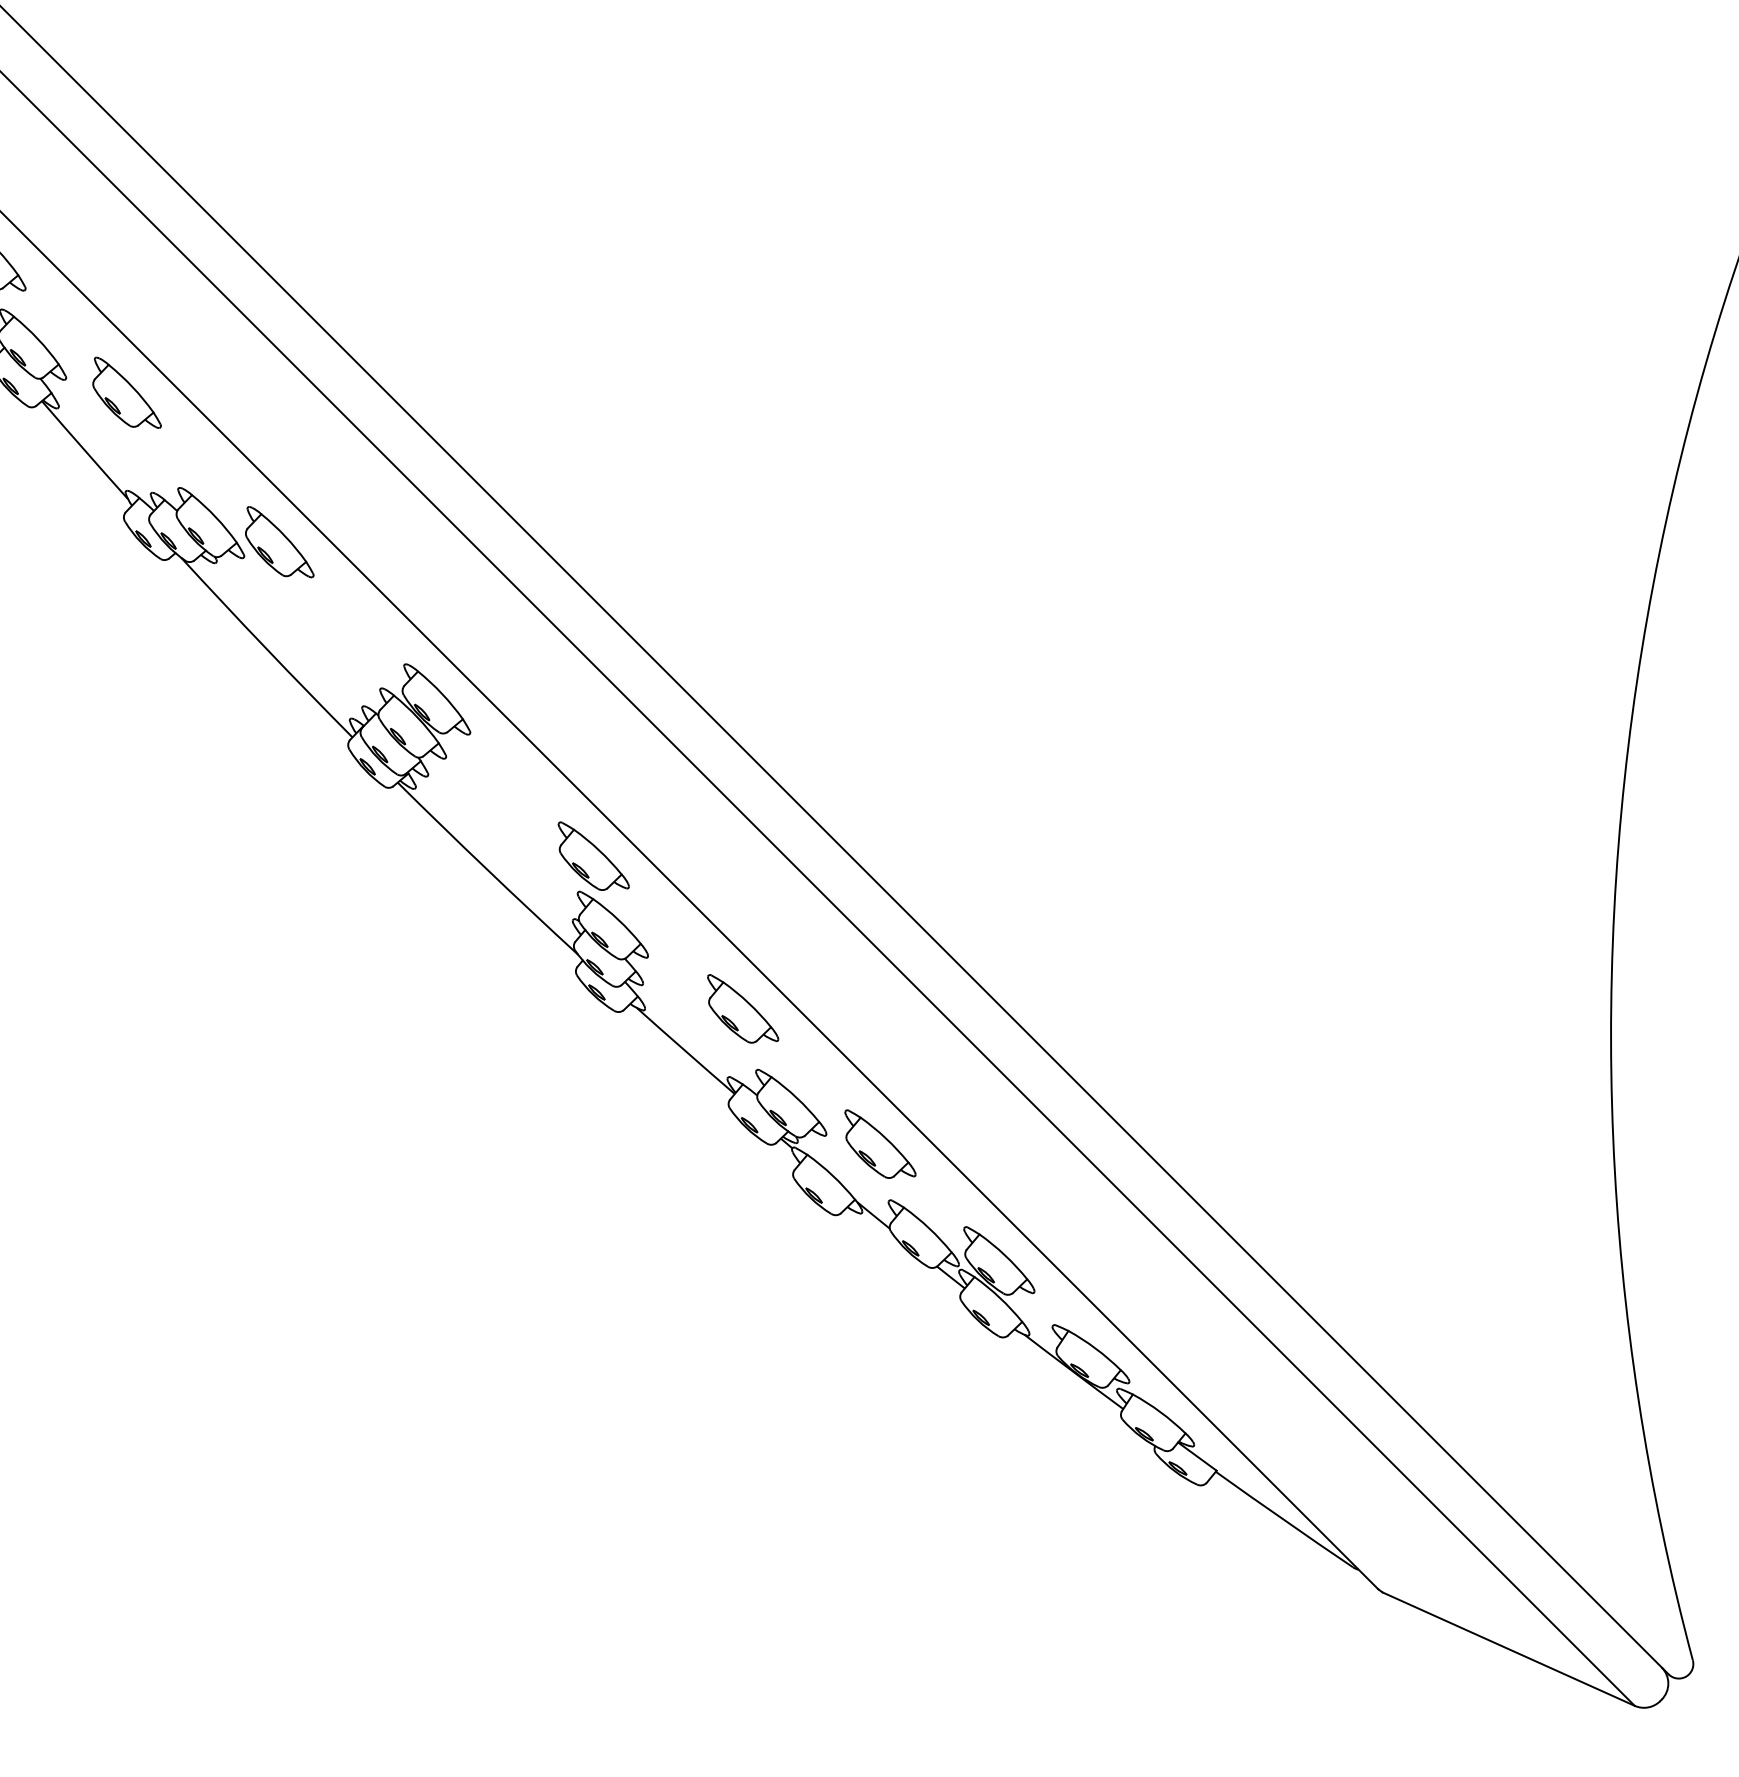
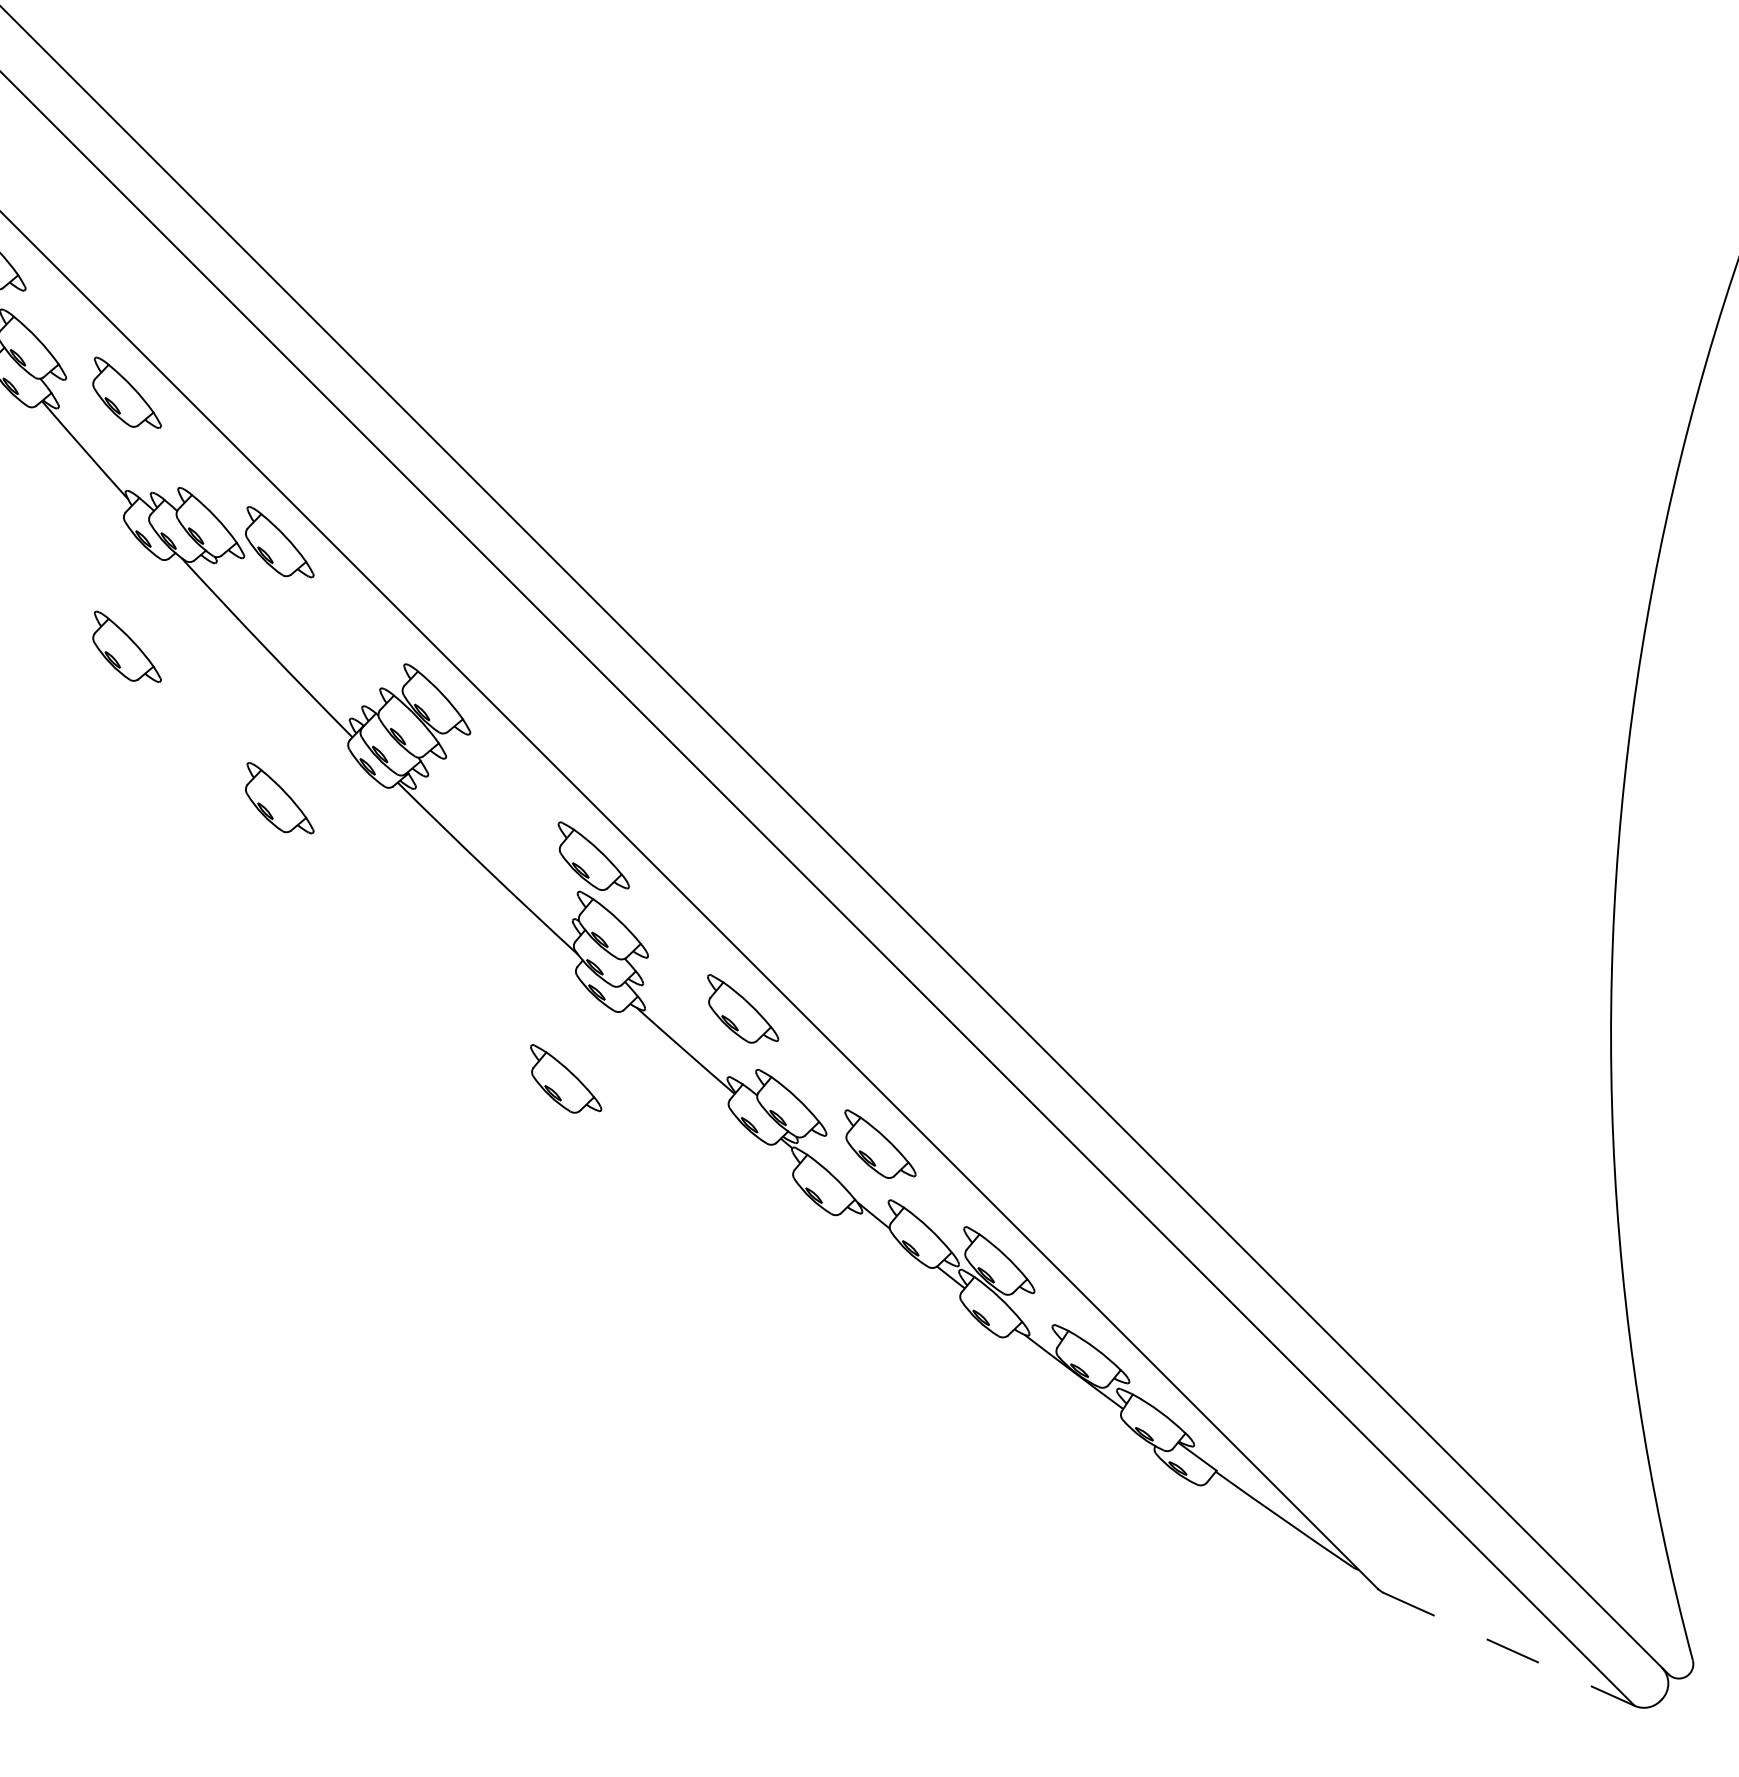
part at (126, 646): none -> present
part at (279, 798): none -> present
part at (566, 1078): none -> present
line at (1509, 1649): solid -> dashed
